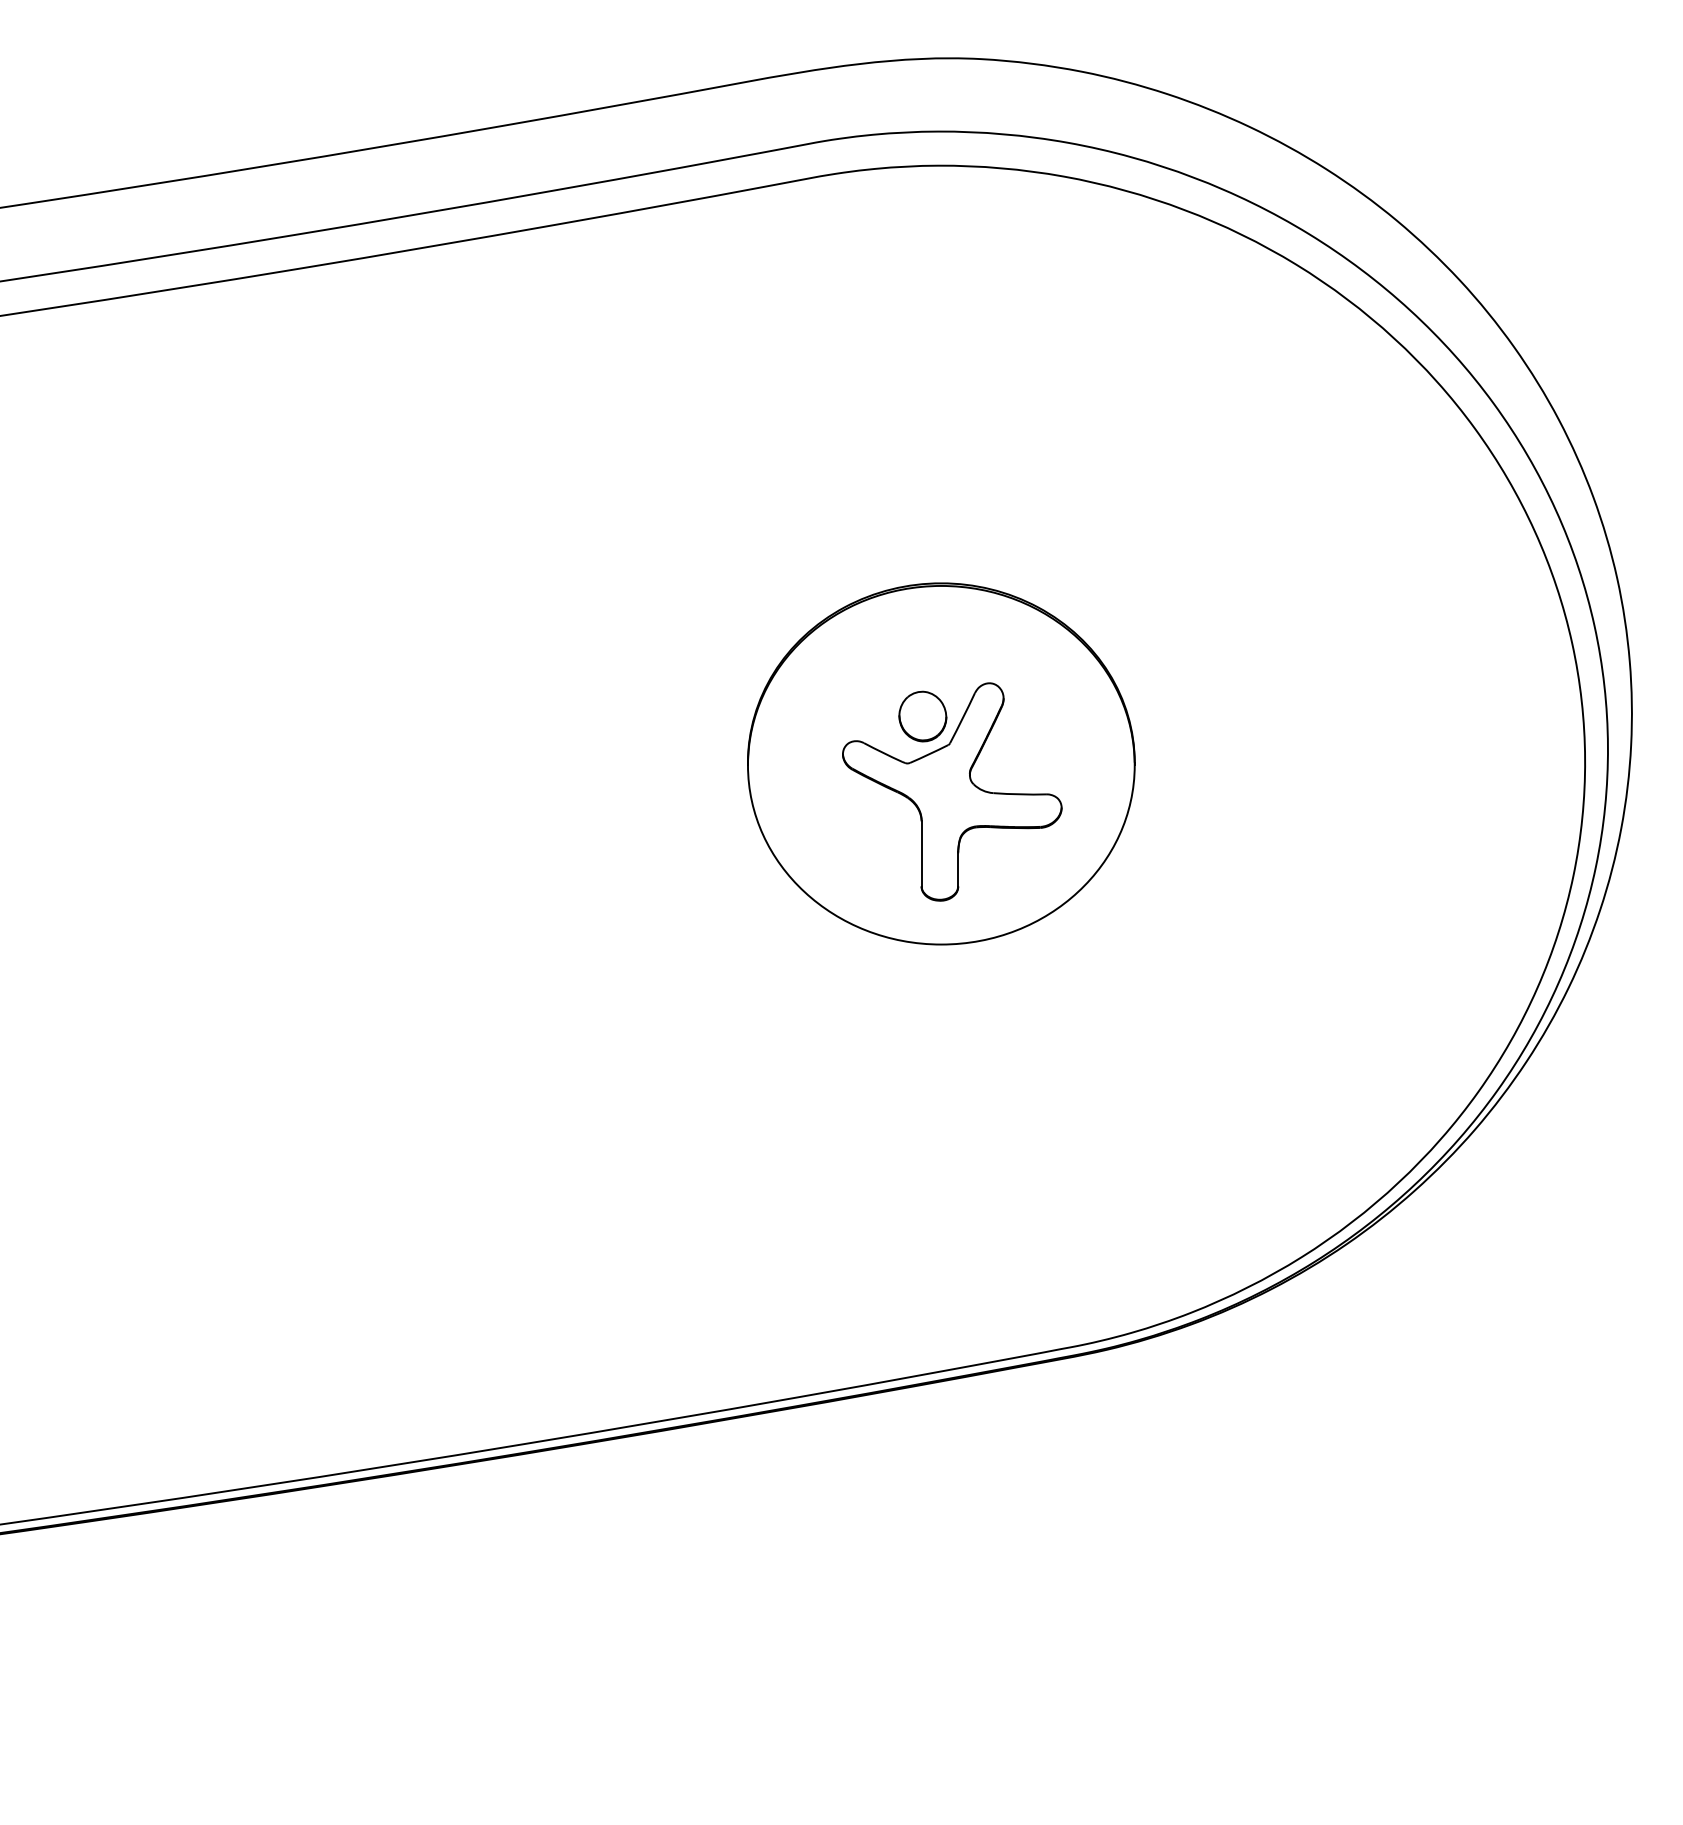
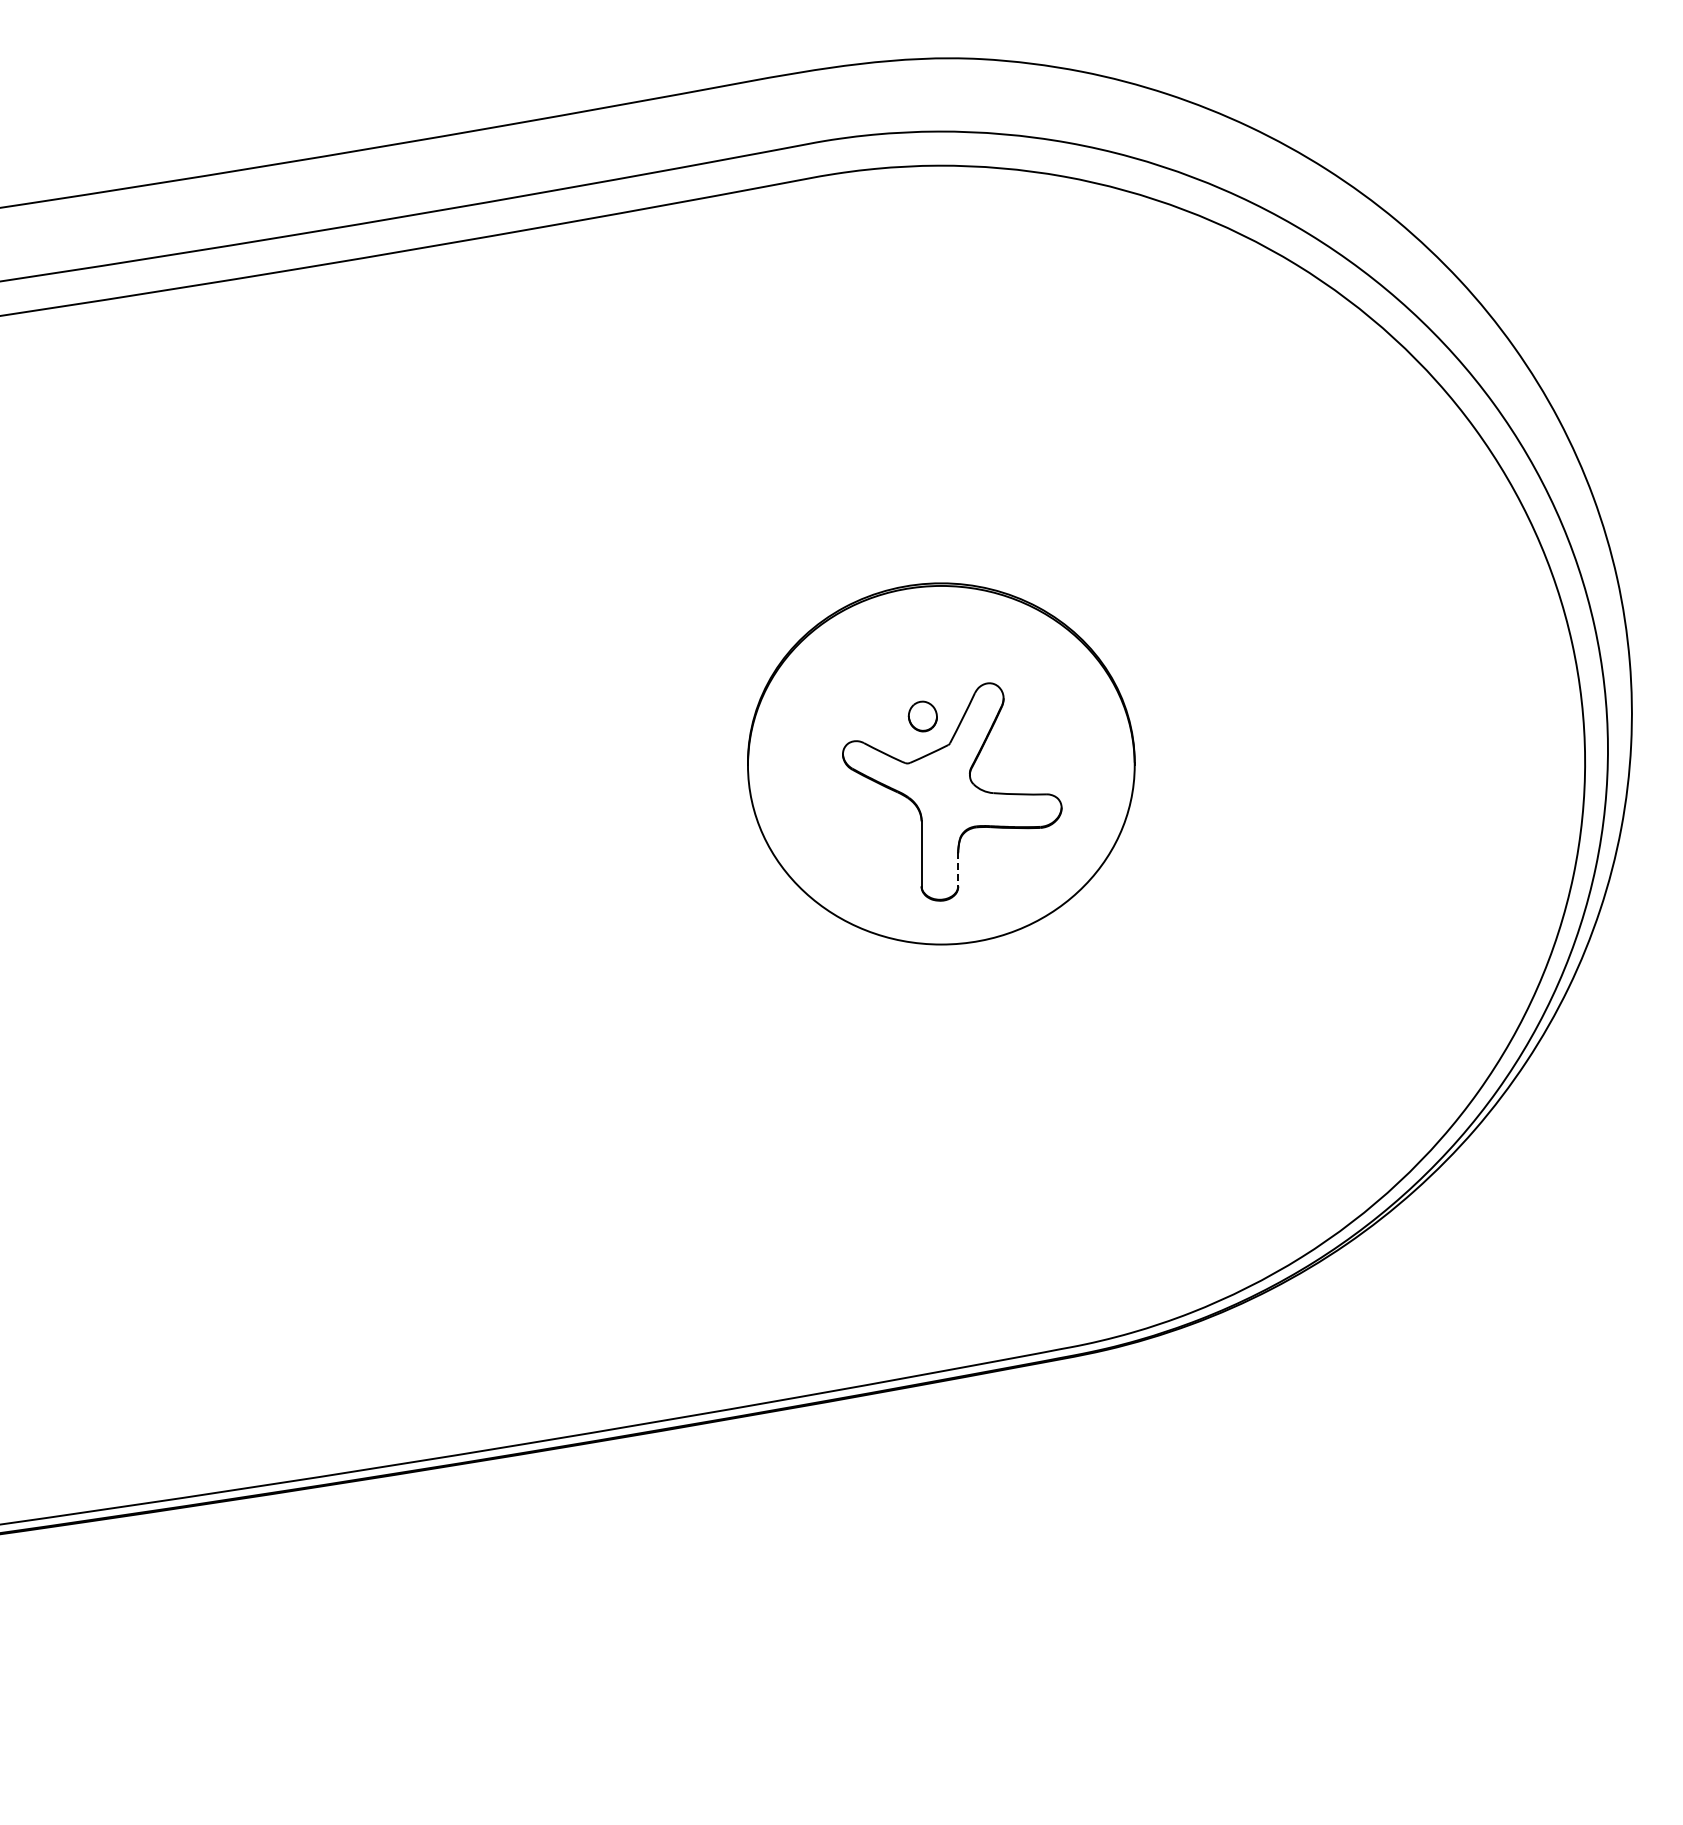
part at (922, 716) size: 50x53 px -> 31x33 px
line at (958, 870): solid -> dashed
